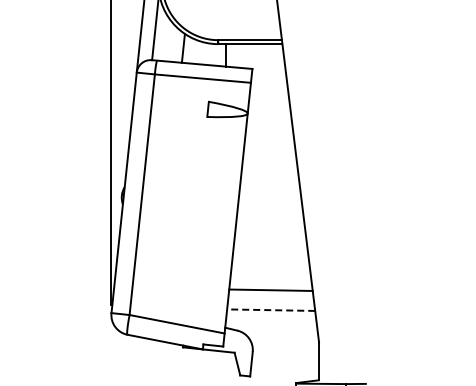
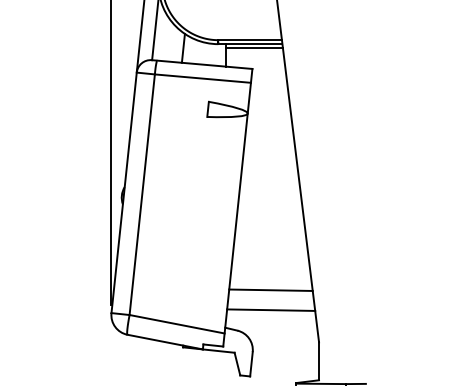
line at (254, 48): none -> present
line at (270, 310): dashed -> solid
